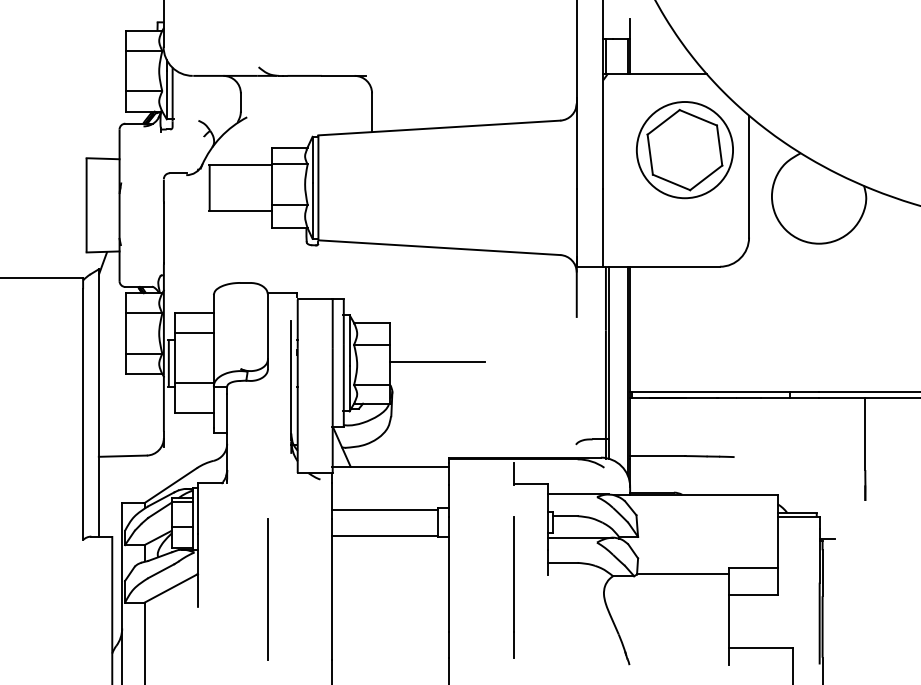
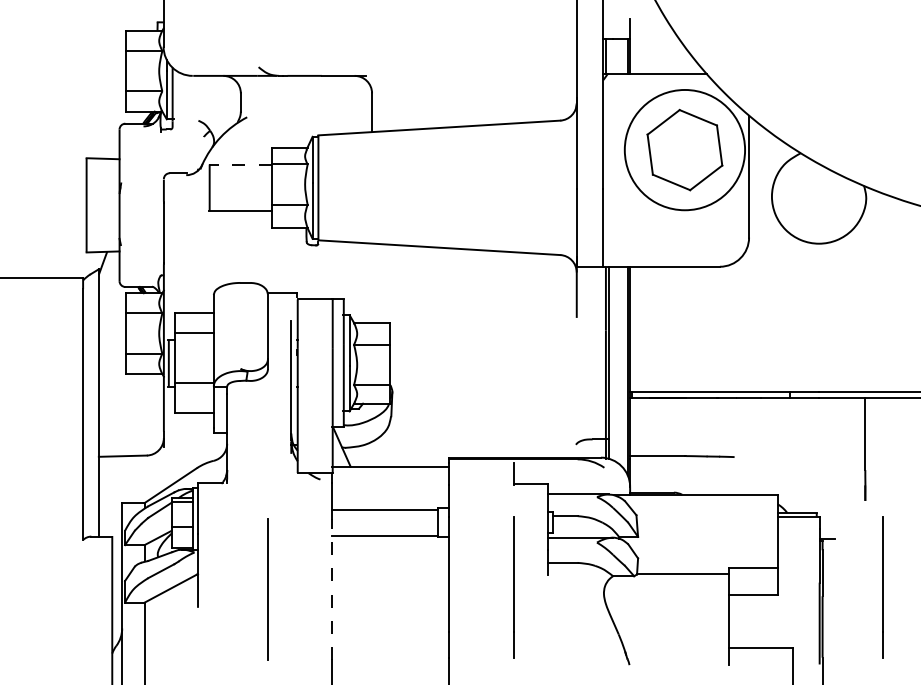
circle at (684, 150) diameter: 96 px -> 120 px
line at (239, 164): solid -> dashed
line at (437, 362): present -> none
line at (882, 587): none -> present
line at (332, 589): solid -> dashed
